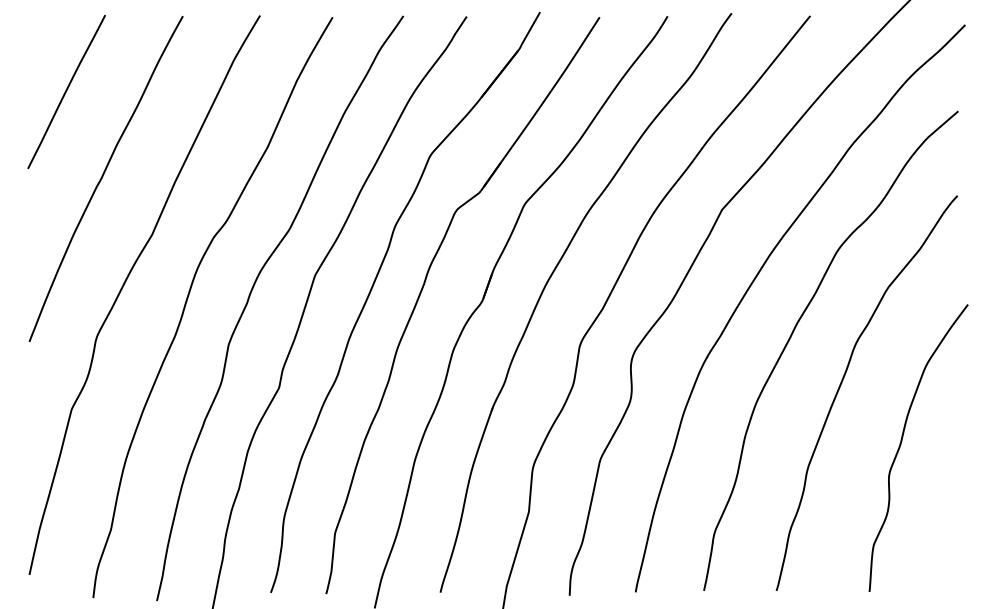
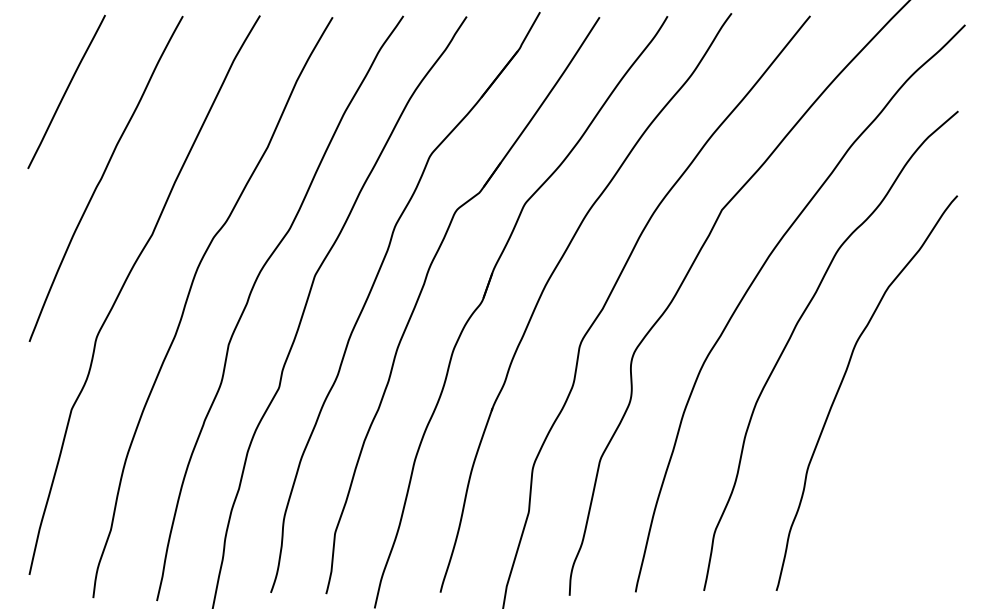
curve at (902, 441): present -> none
